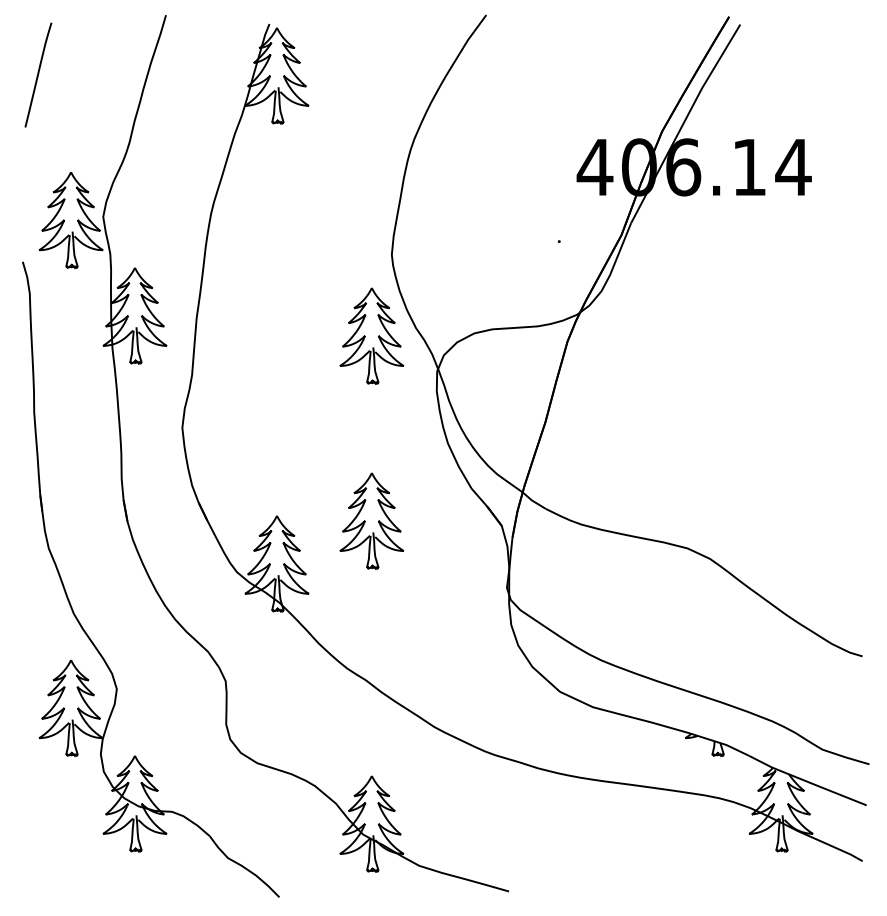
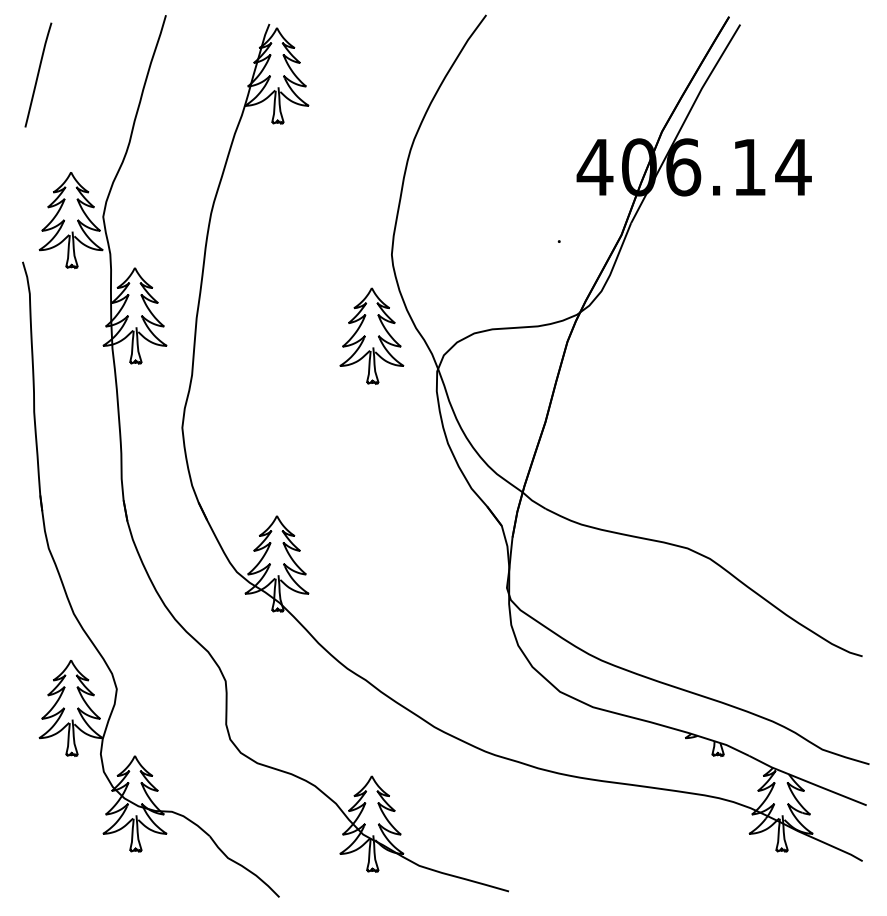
part at (371, 520): present -> none
